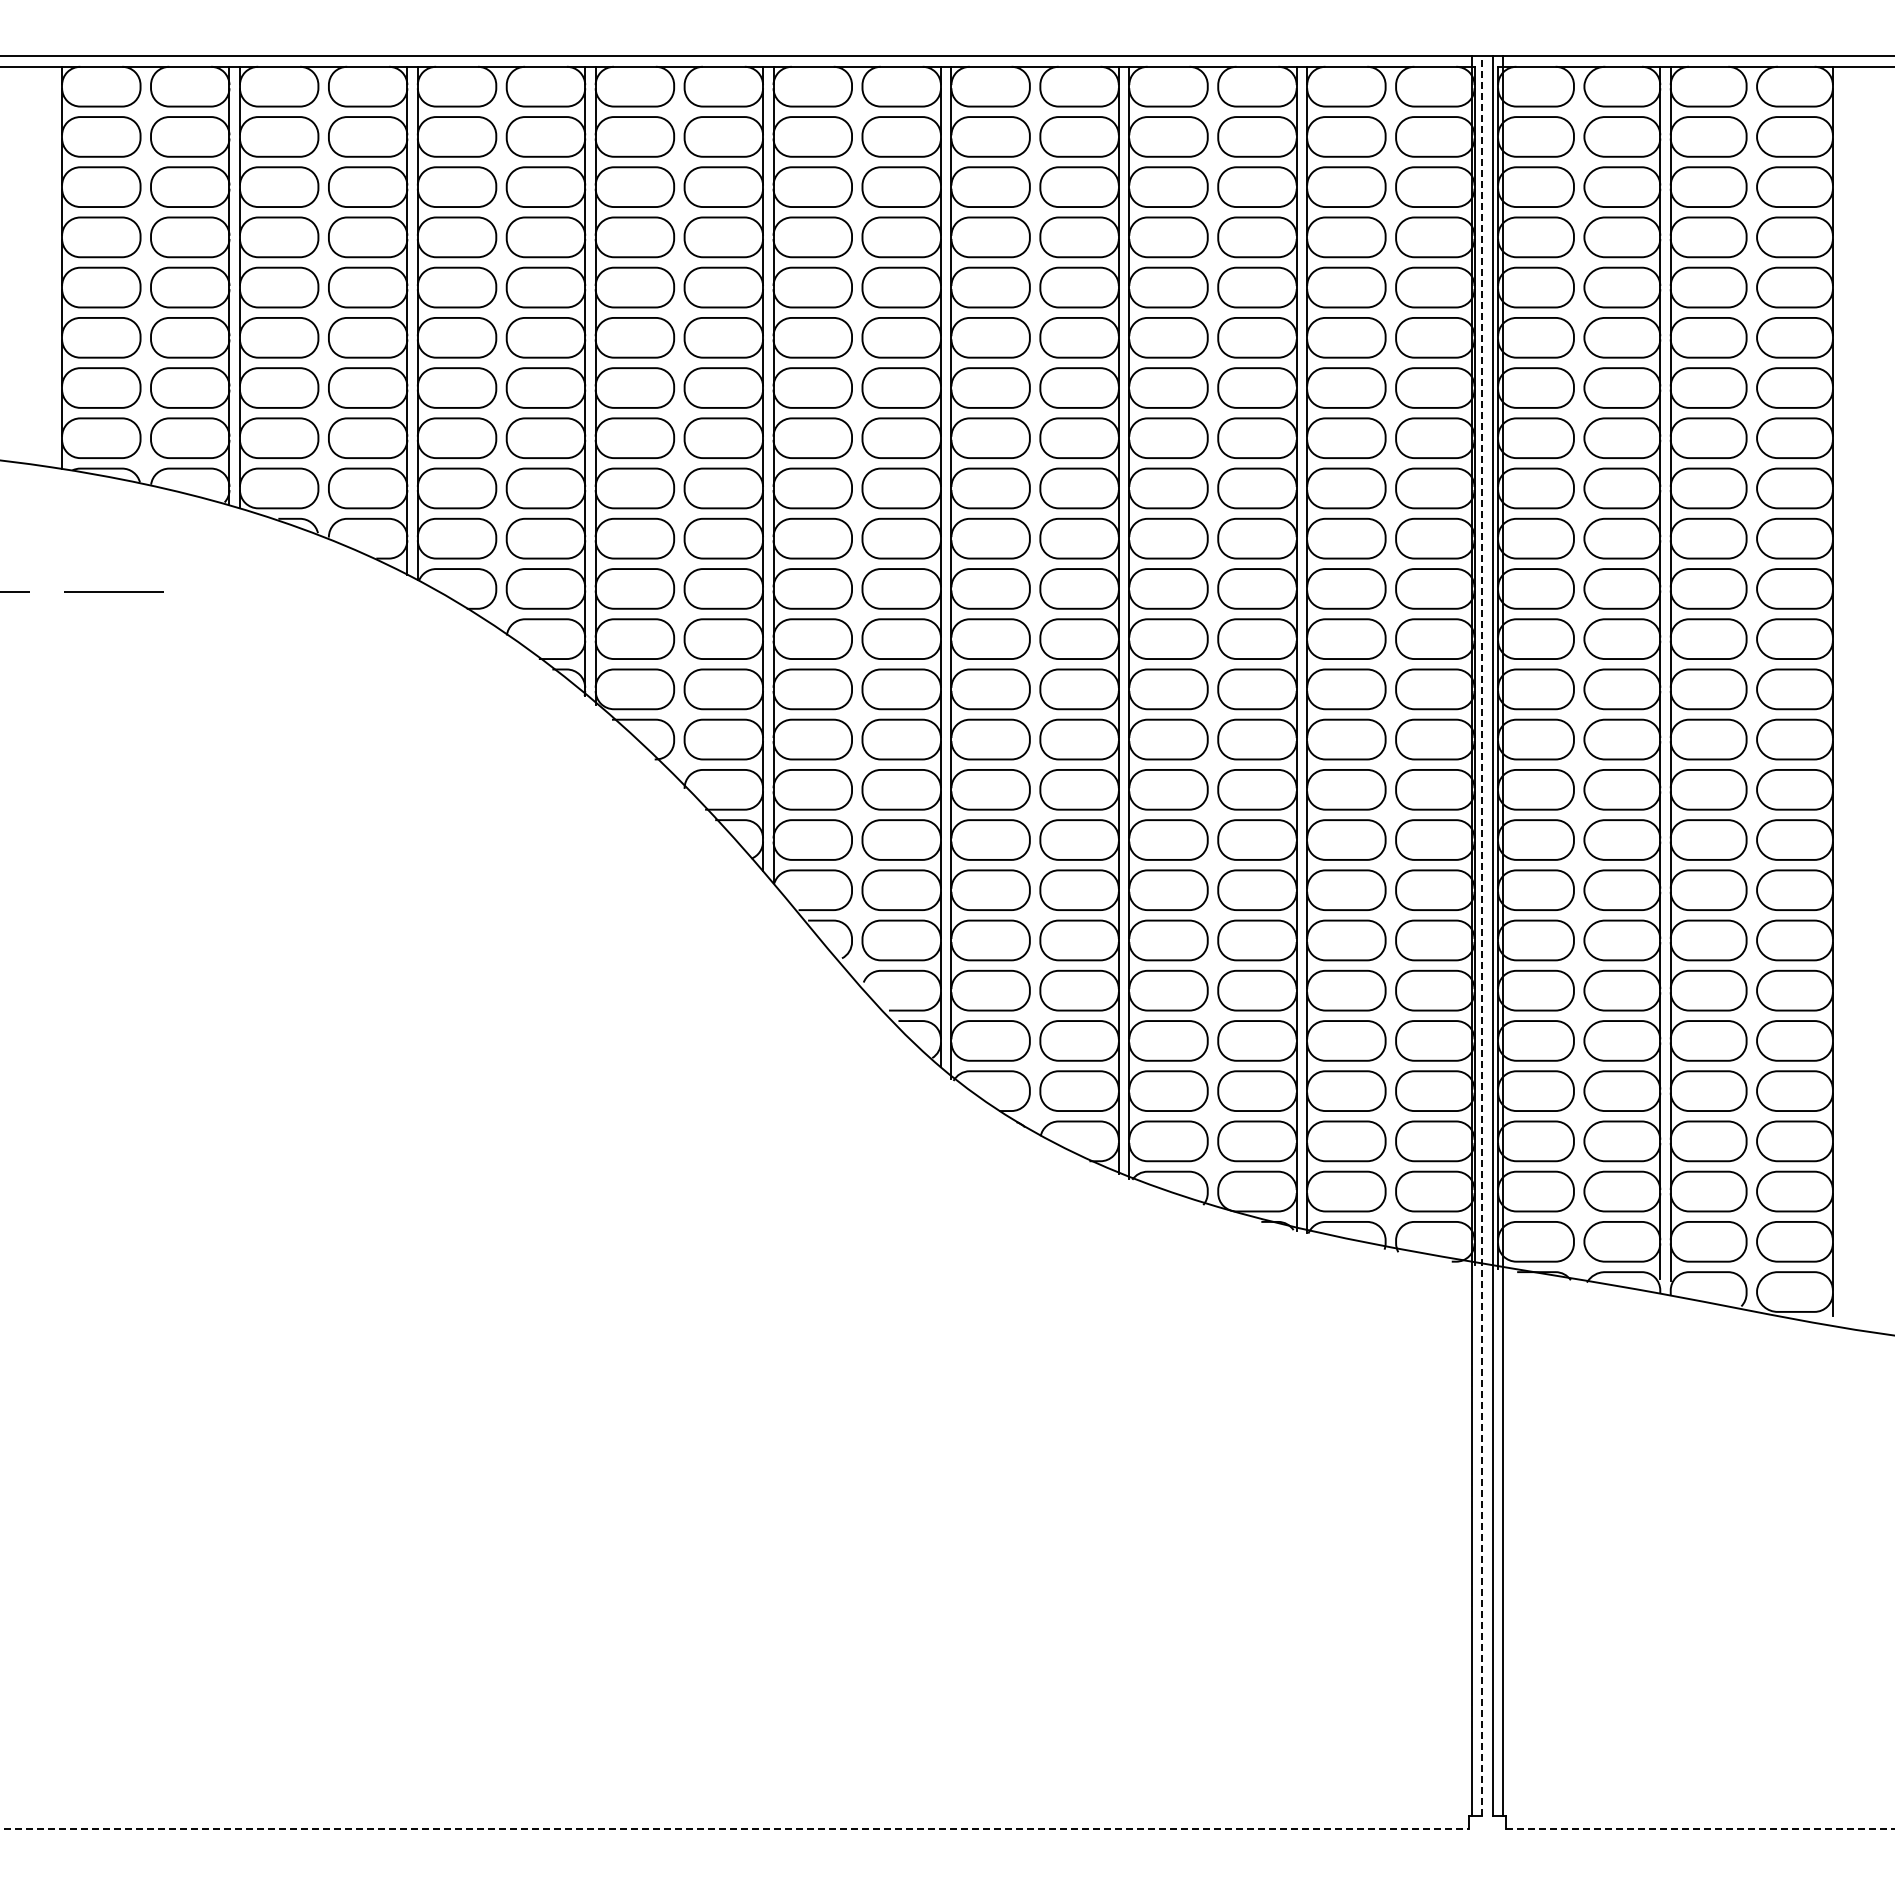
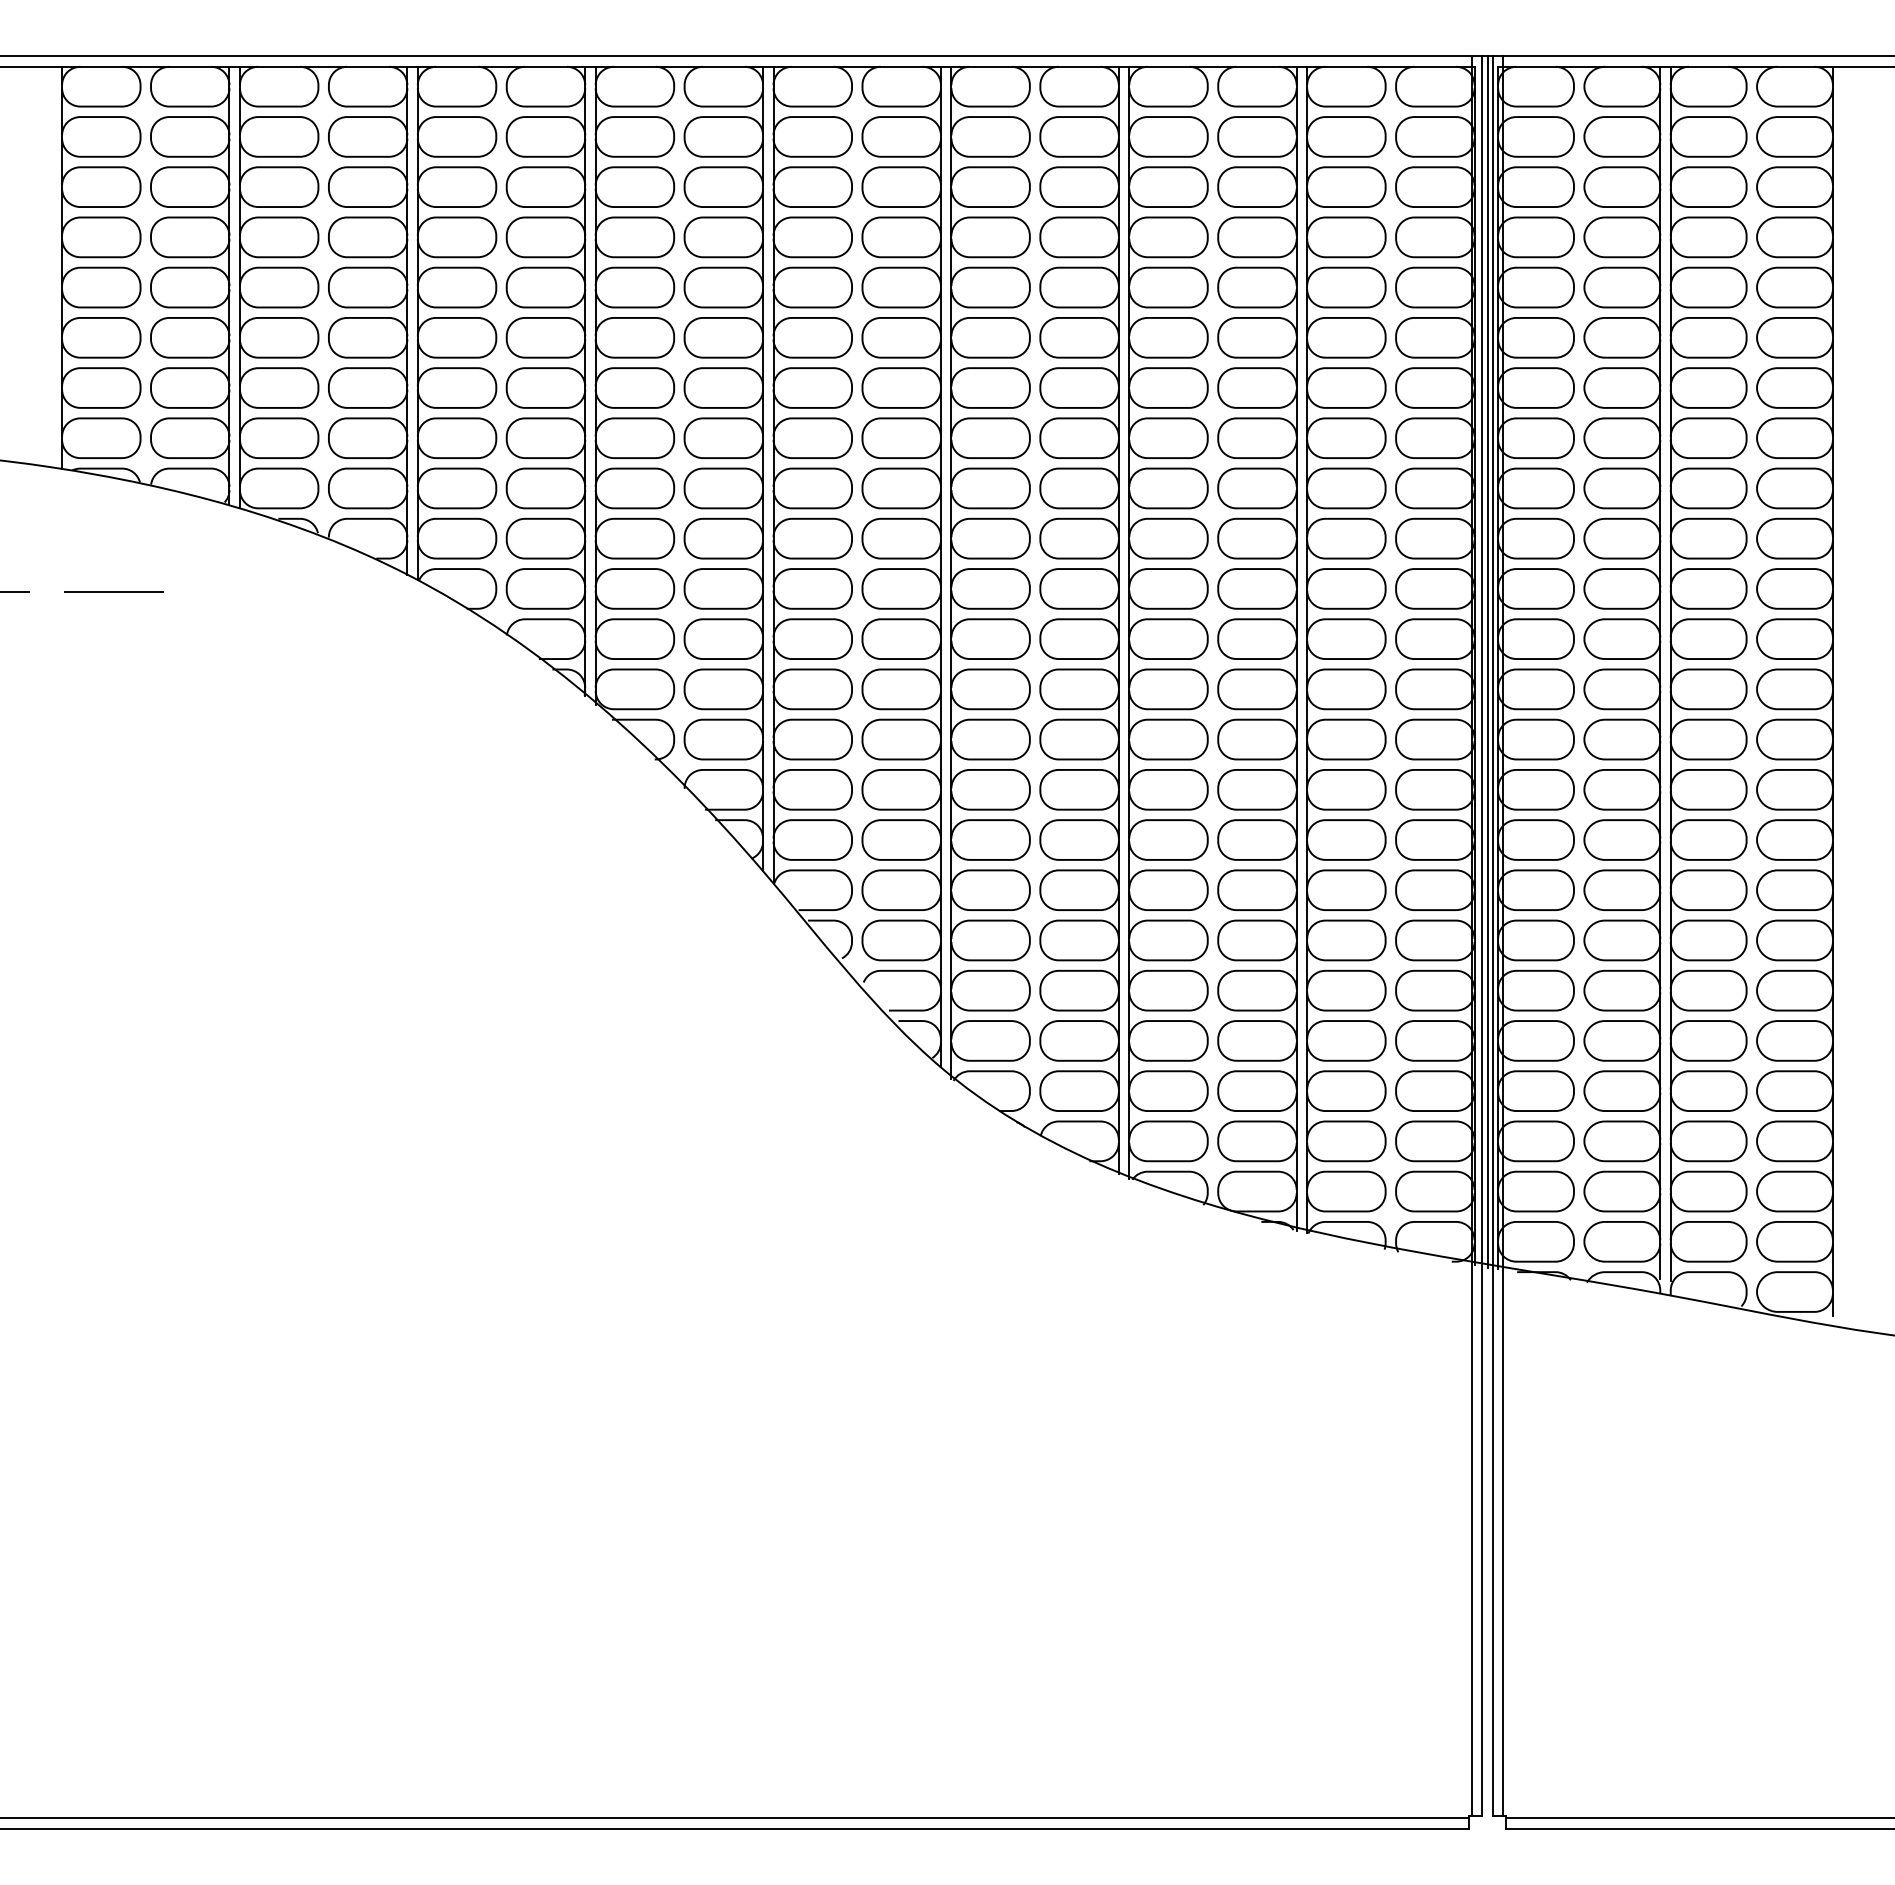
line at (1487, 661): none -> present
line at (1482, 935): dashed -> solid
line at (735, 1818): none -> present
line at (1698, 1818): none -> present
line at (735, 1828): dashed -> solid
line at (1700, 1828): dashed -> solid
